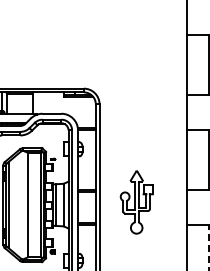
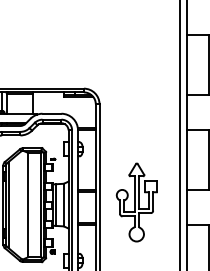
line at (180, 134): none -> present
part at (136, 202) size: 35x65 px -> 43x81 px
line at (208, 248): dashed -> solid
